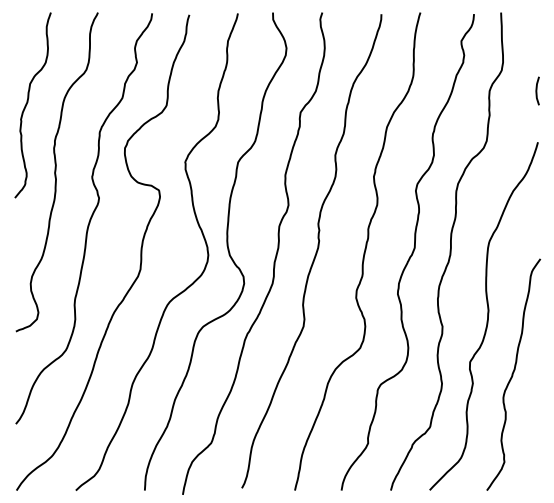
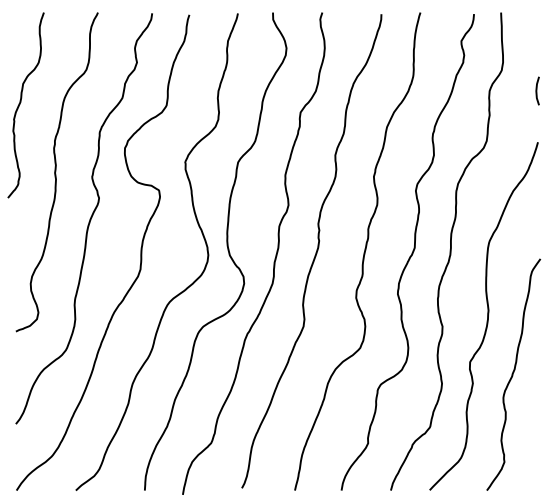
curve at (28, 102) position: (28, 102) -> (21, 102)
